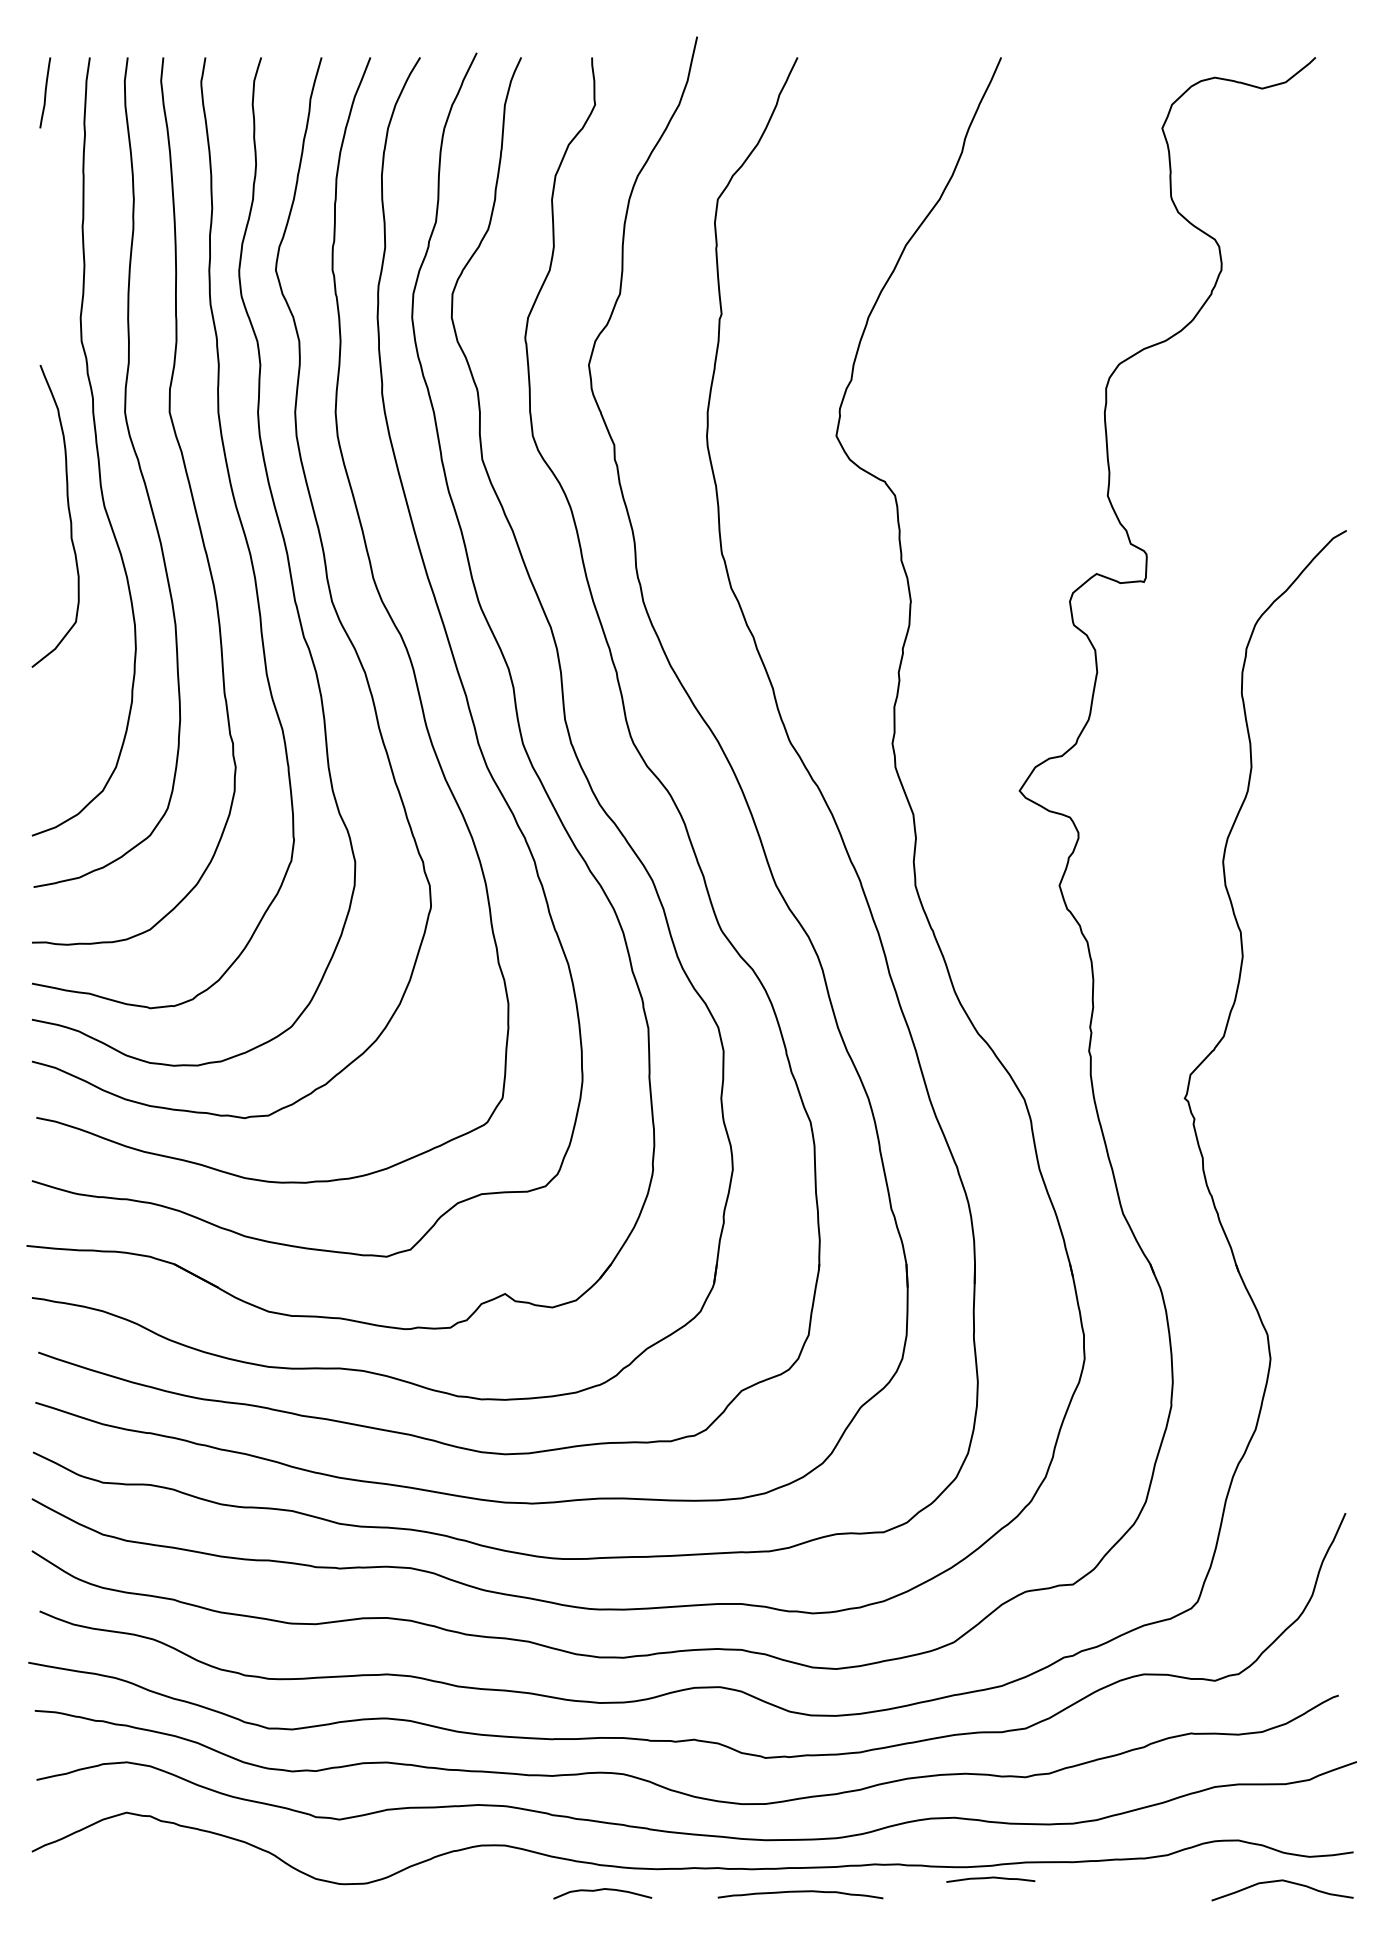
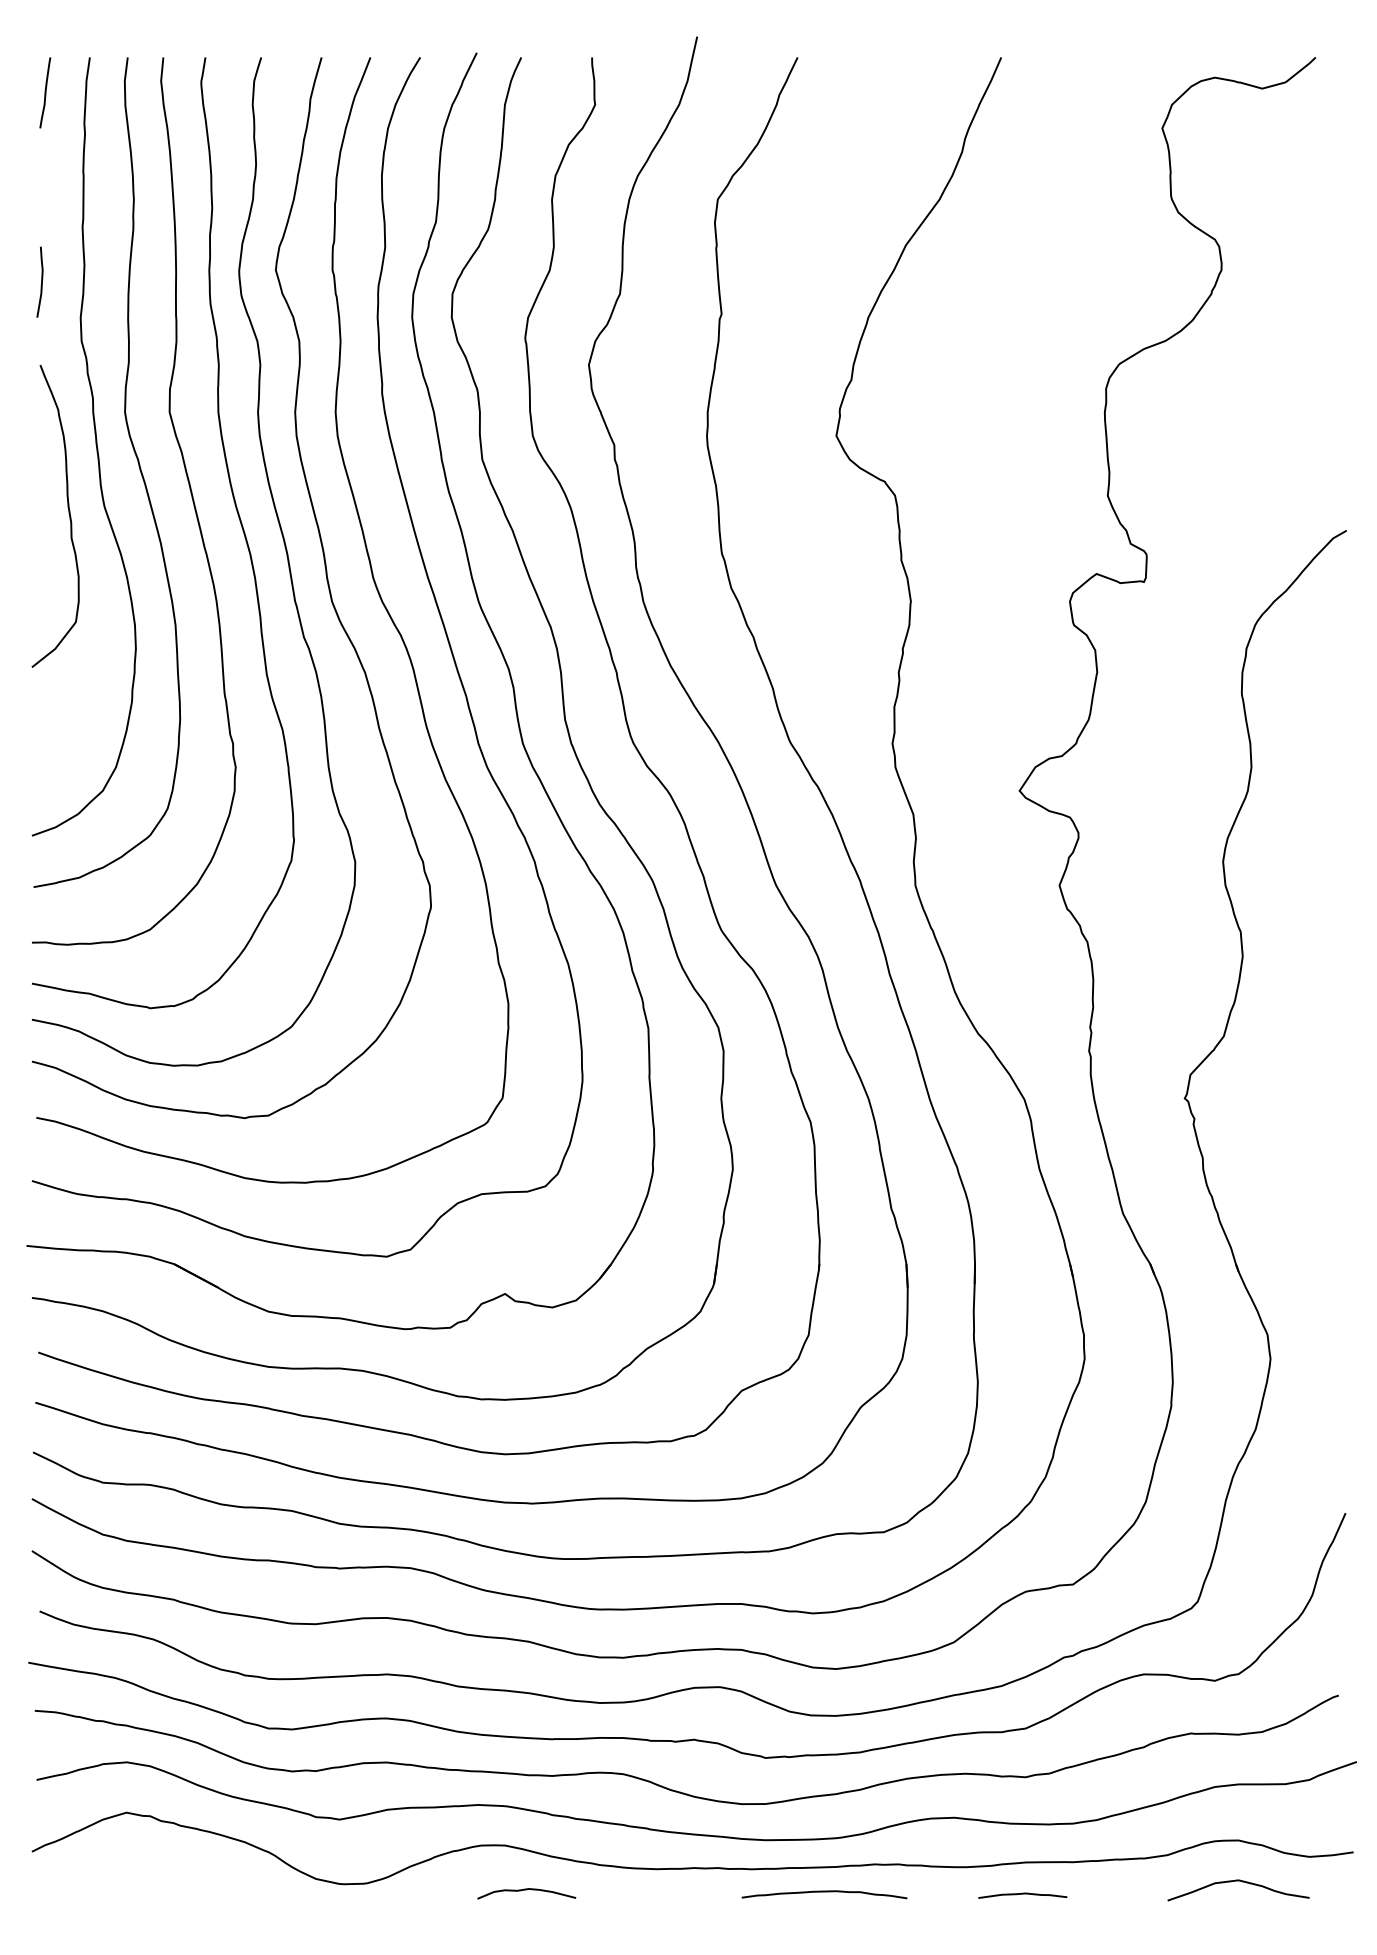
line at (41, 281): none -> present
curve at (990, 1878) position: (990, 1878) -> (1022, 1894)
curve at (1286, 1882) position: (1286, 1882) -> (1242, 1882)
curve at (602, 1890) position: (602, 1890) -> (526, 1890)
curve at (800, 1892) position: (800, 1892) -> (824, 1892)
